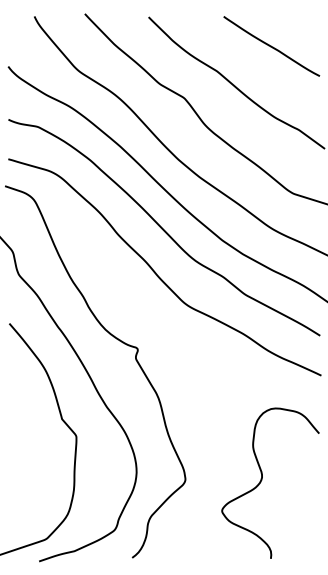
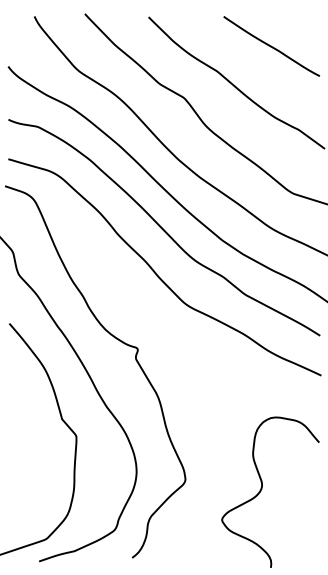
curve at (262, 480) position: (262, 480) -> (262, 489)
